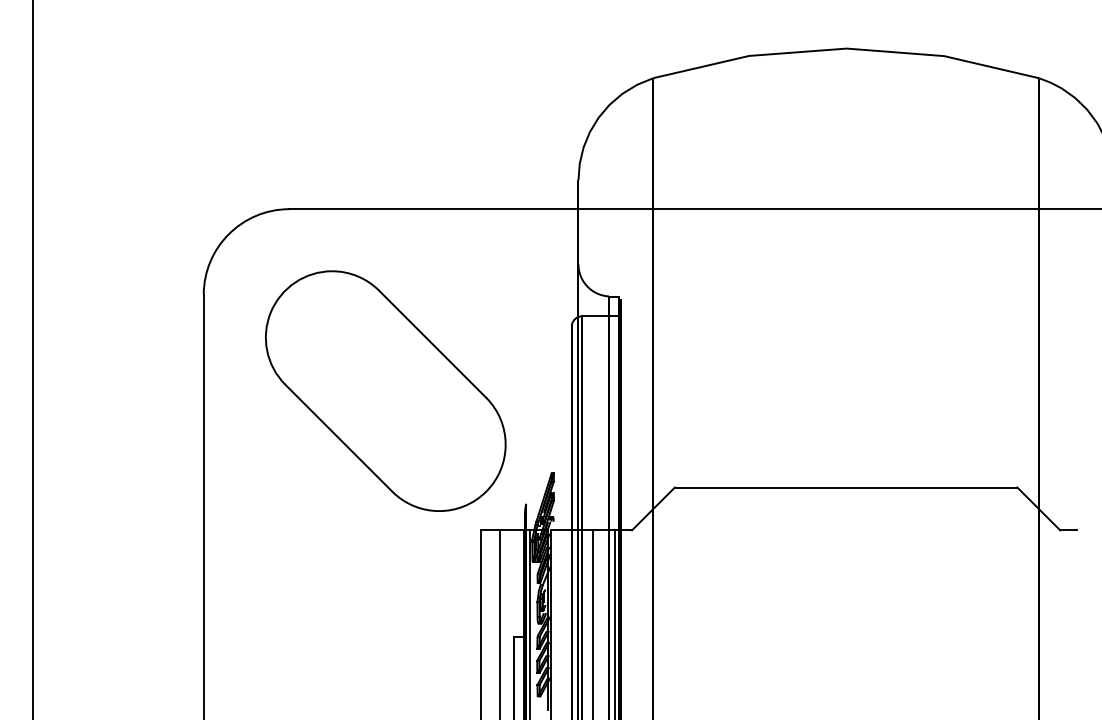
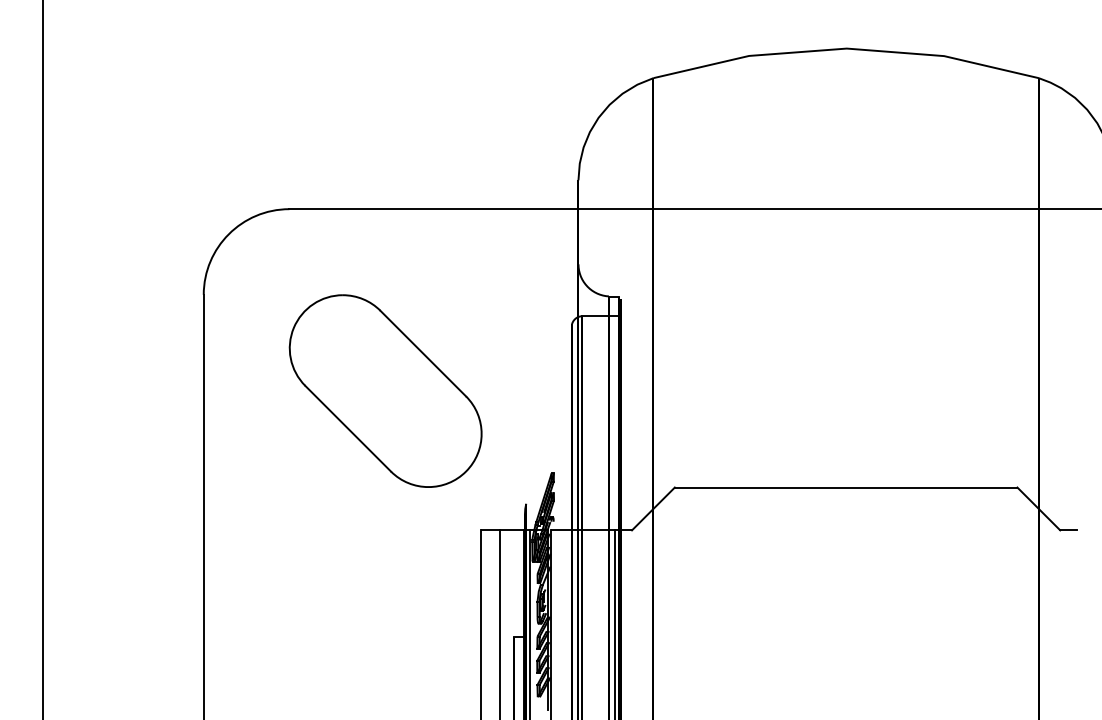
line at (33, 359) position: (33, 359) -> (43, 359)
part at (385, 390) size: 243x242 px -> 195x194 px
line at (593, 623): present -> none
